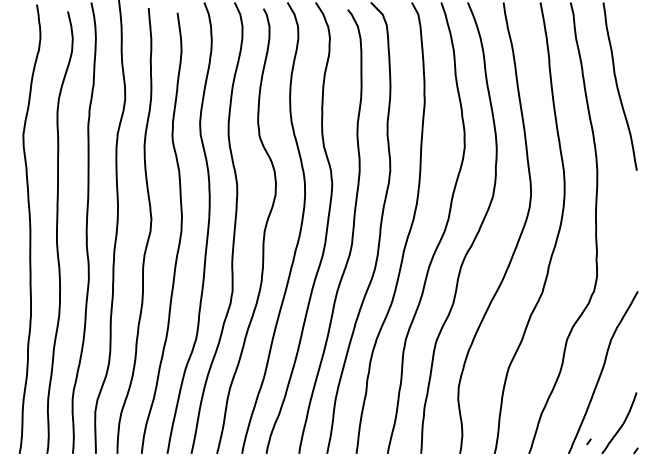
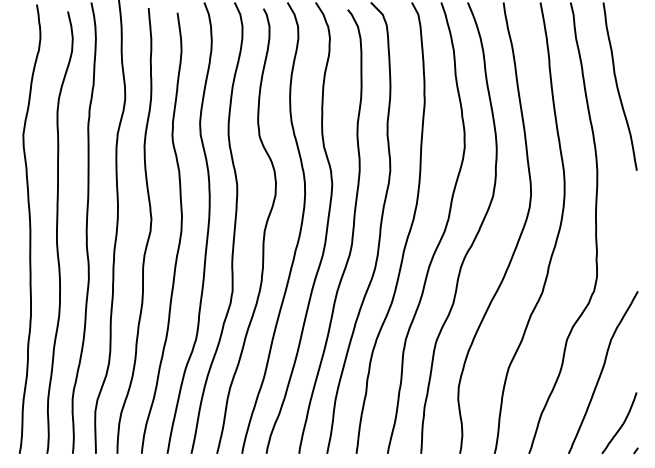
line at (588, 441): present -> none
